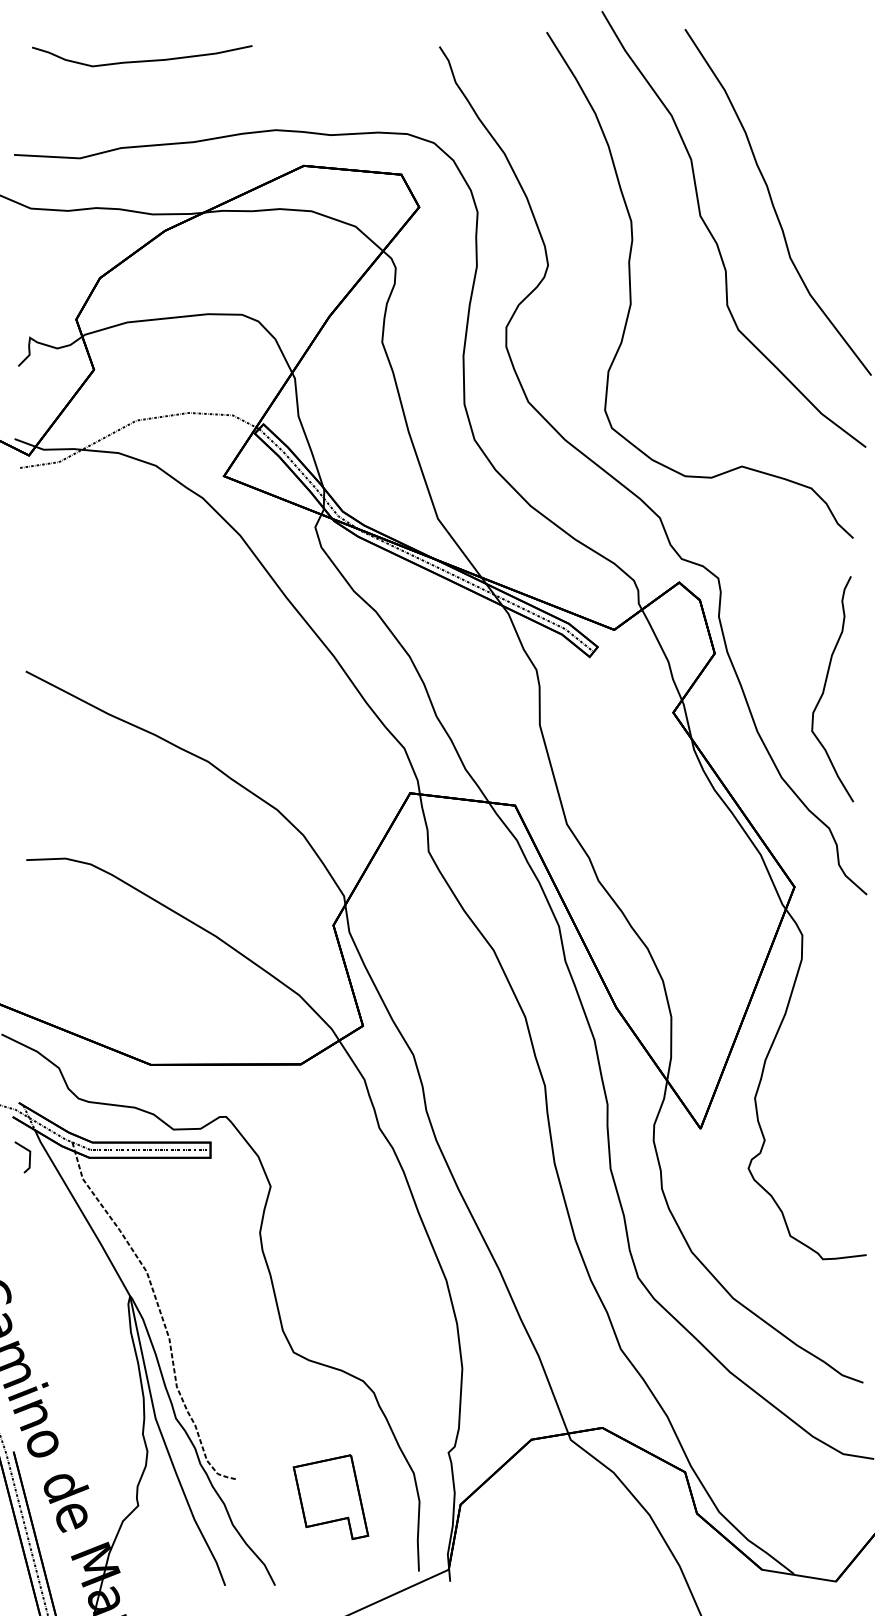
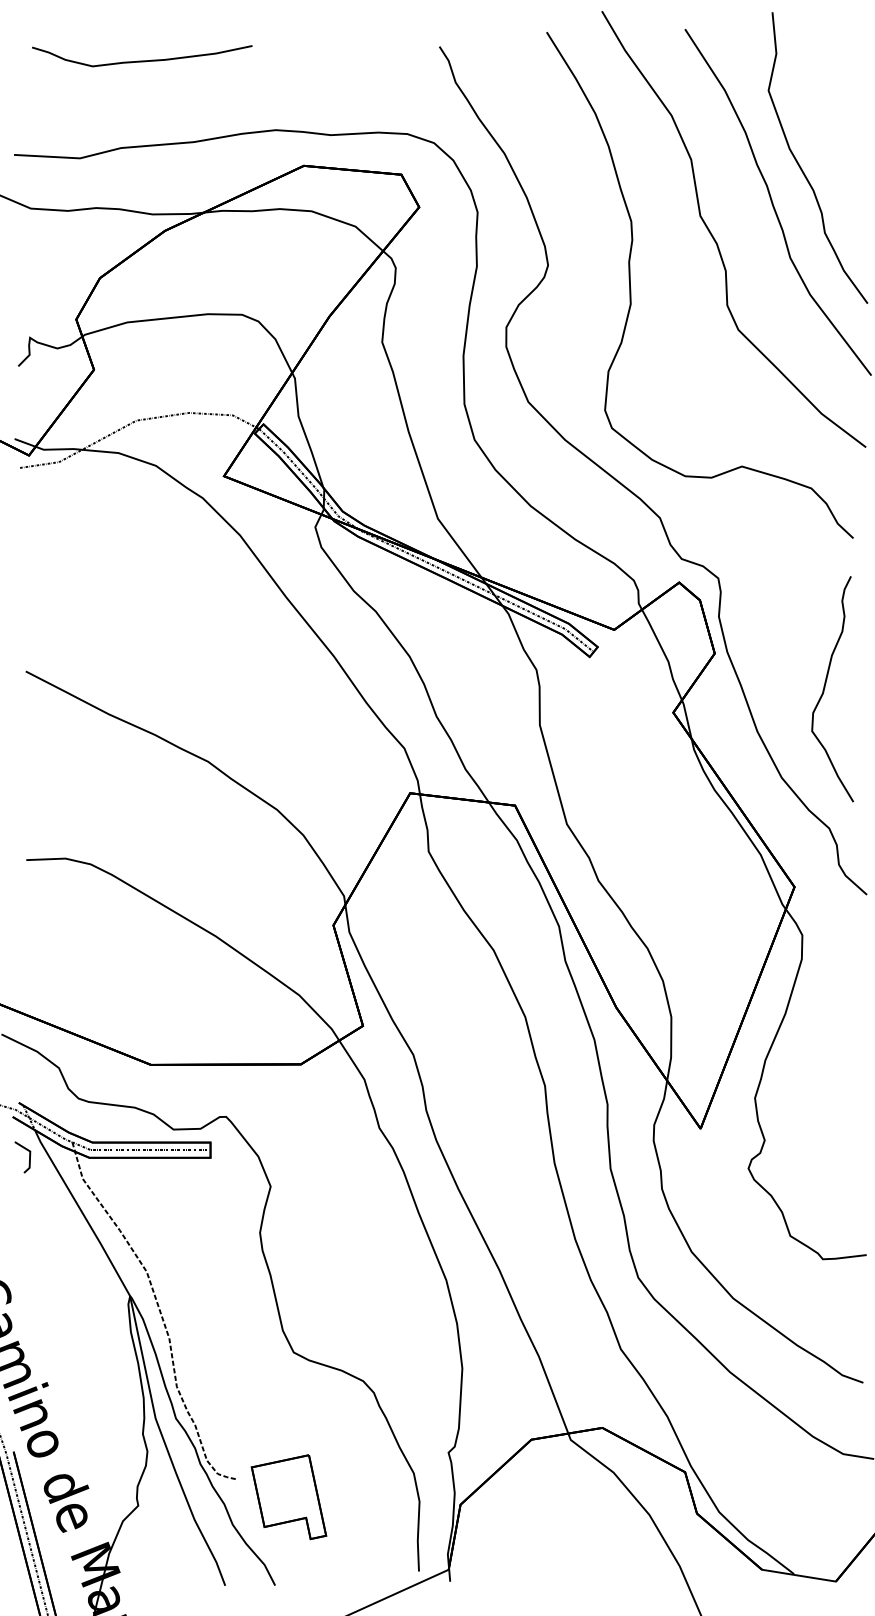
part at (800, 165): none -> present
part at (330, 1497) position: (330, 1497) -> (288, 1497)
